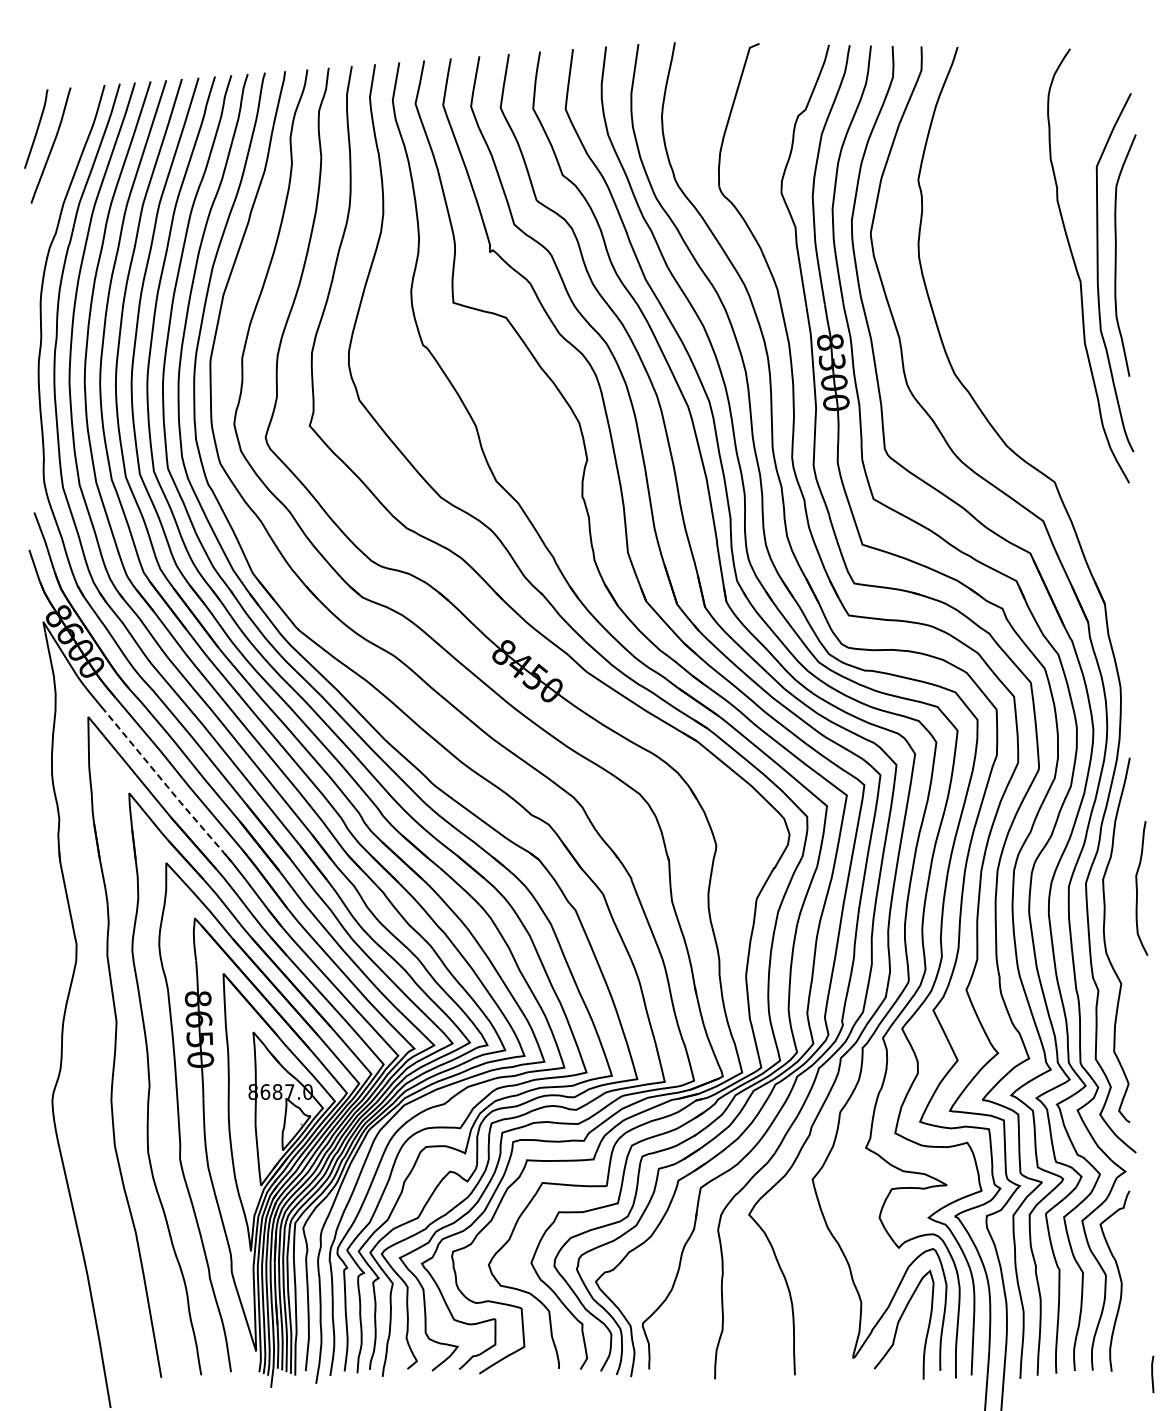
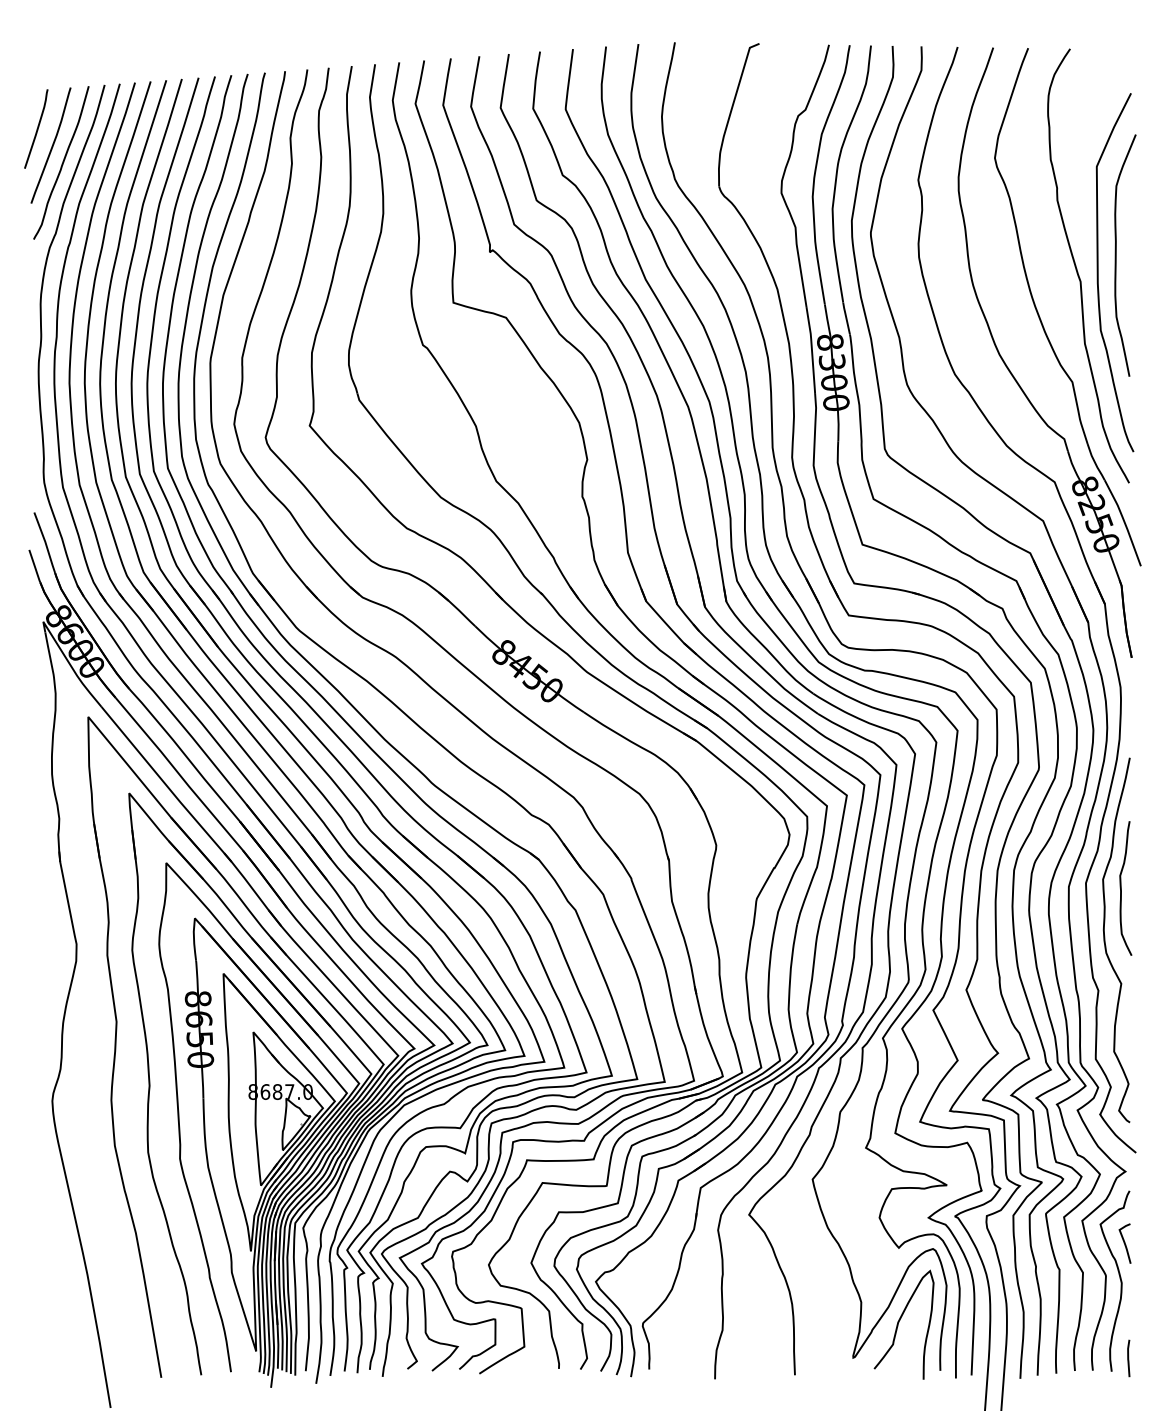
curve at (62, 162): none -> present
part at (1049, 352): none -> present
line at (167, 786): dashed -> solid
curve at (1137, 888) position: (1137, 888) -> (1121, 888)
curve at (1124, 1243): none -> present
curve at (1152, 1374) position: (1152, 1374) -> (1128, 1358)
